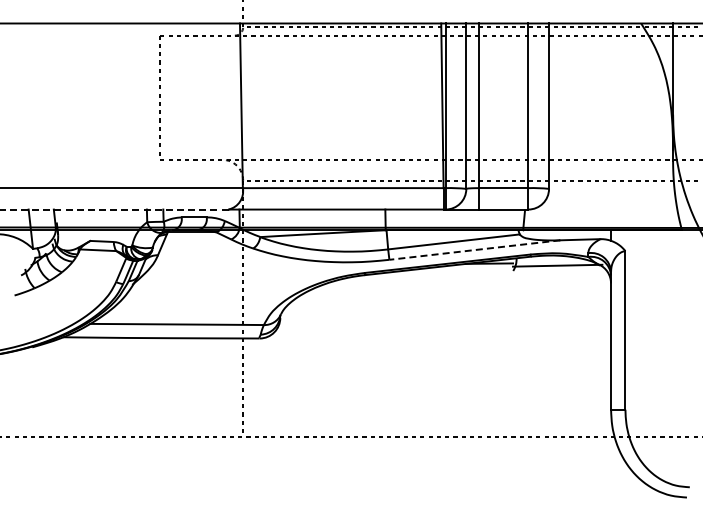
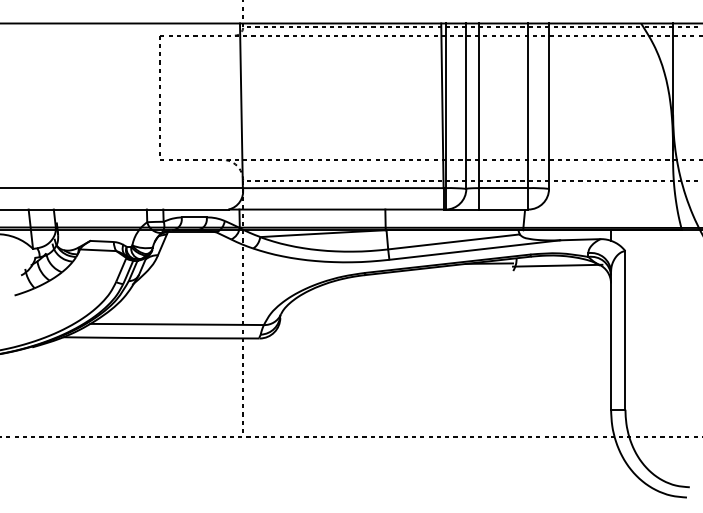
line at (114, 209): dashed -> solid
line at (474, 250): dashed -> solid
